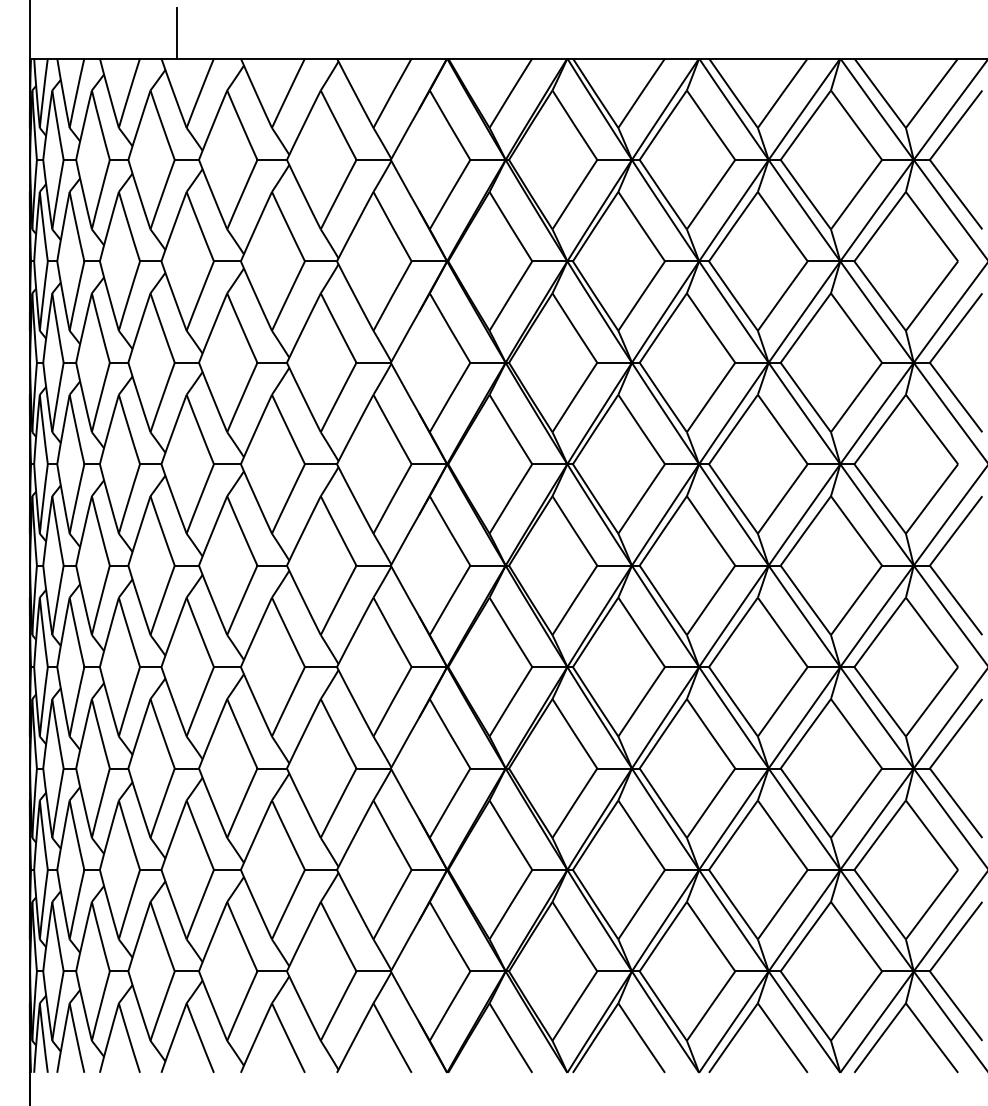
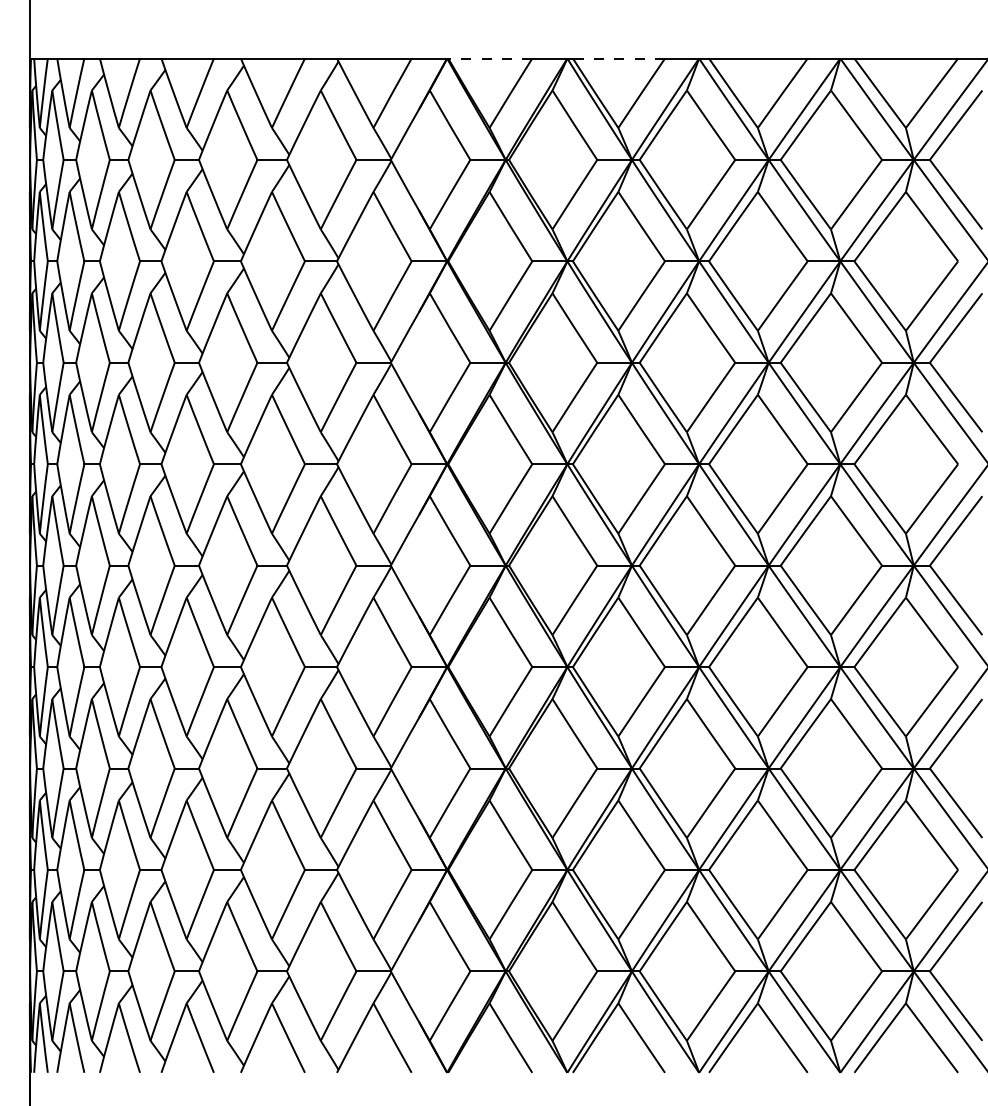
line at (177, 32): present -> none
line at (489, 58): solid -> dashed
line at (618, 58): solid -> dashed
